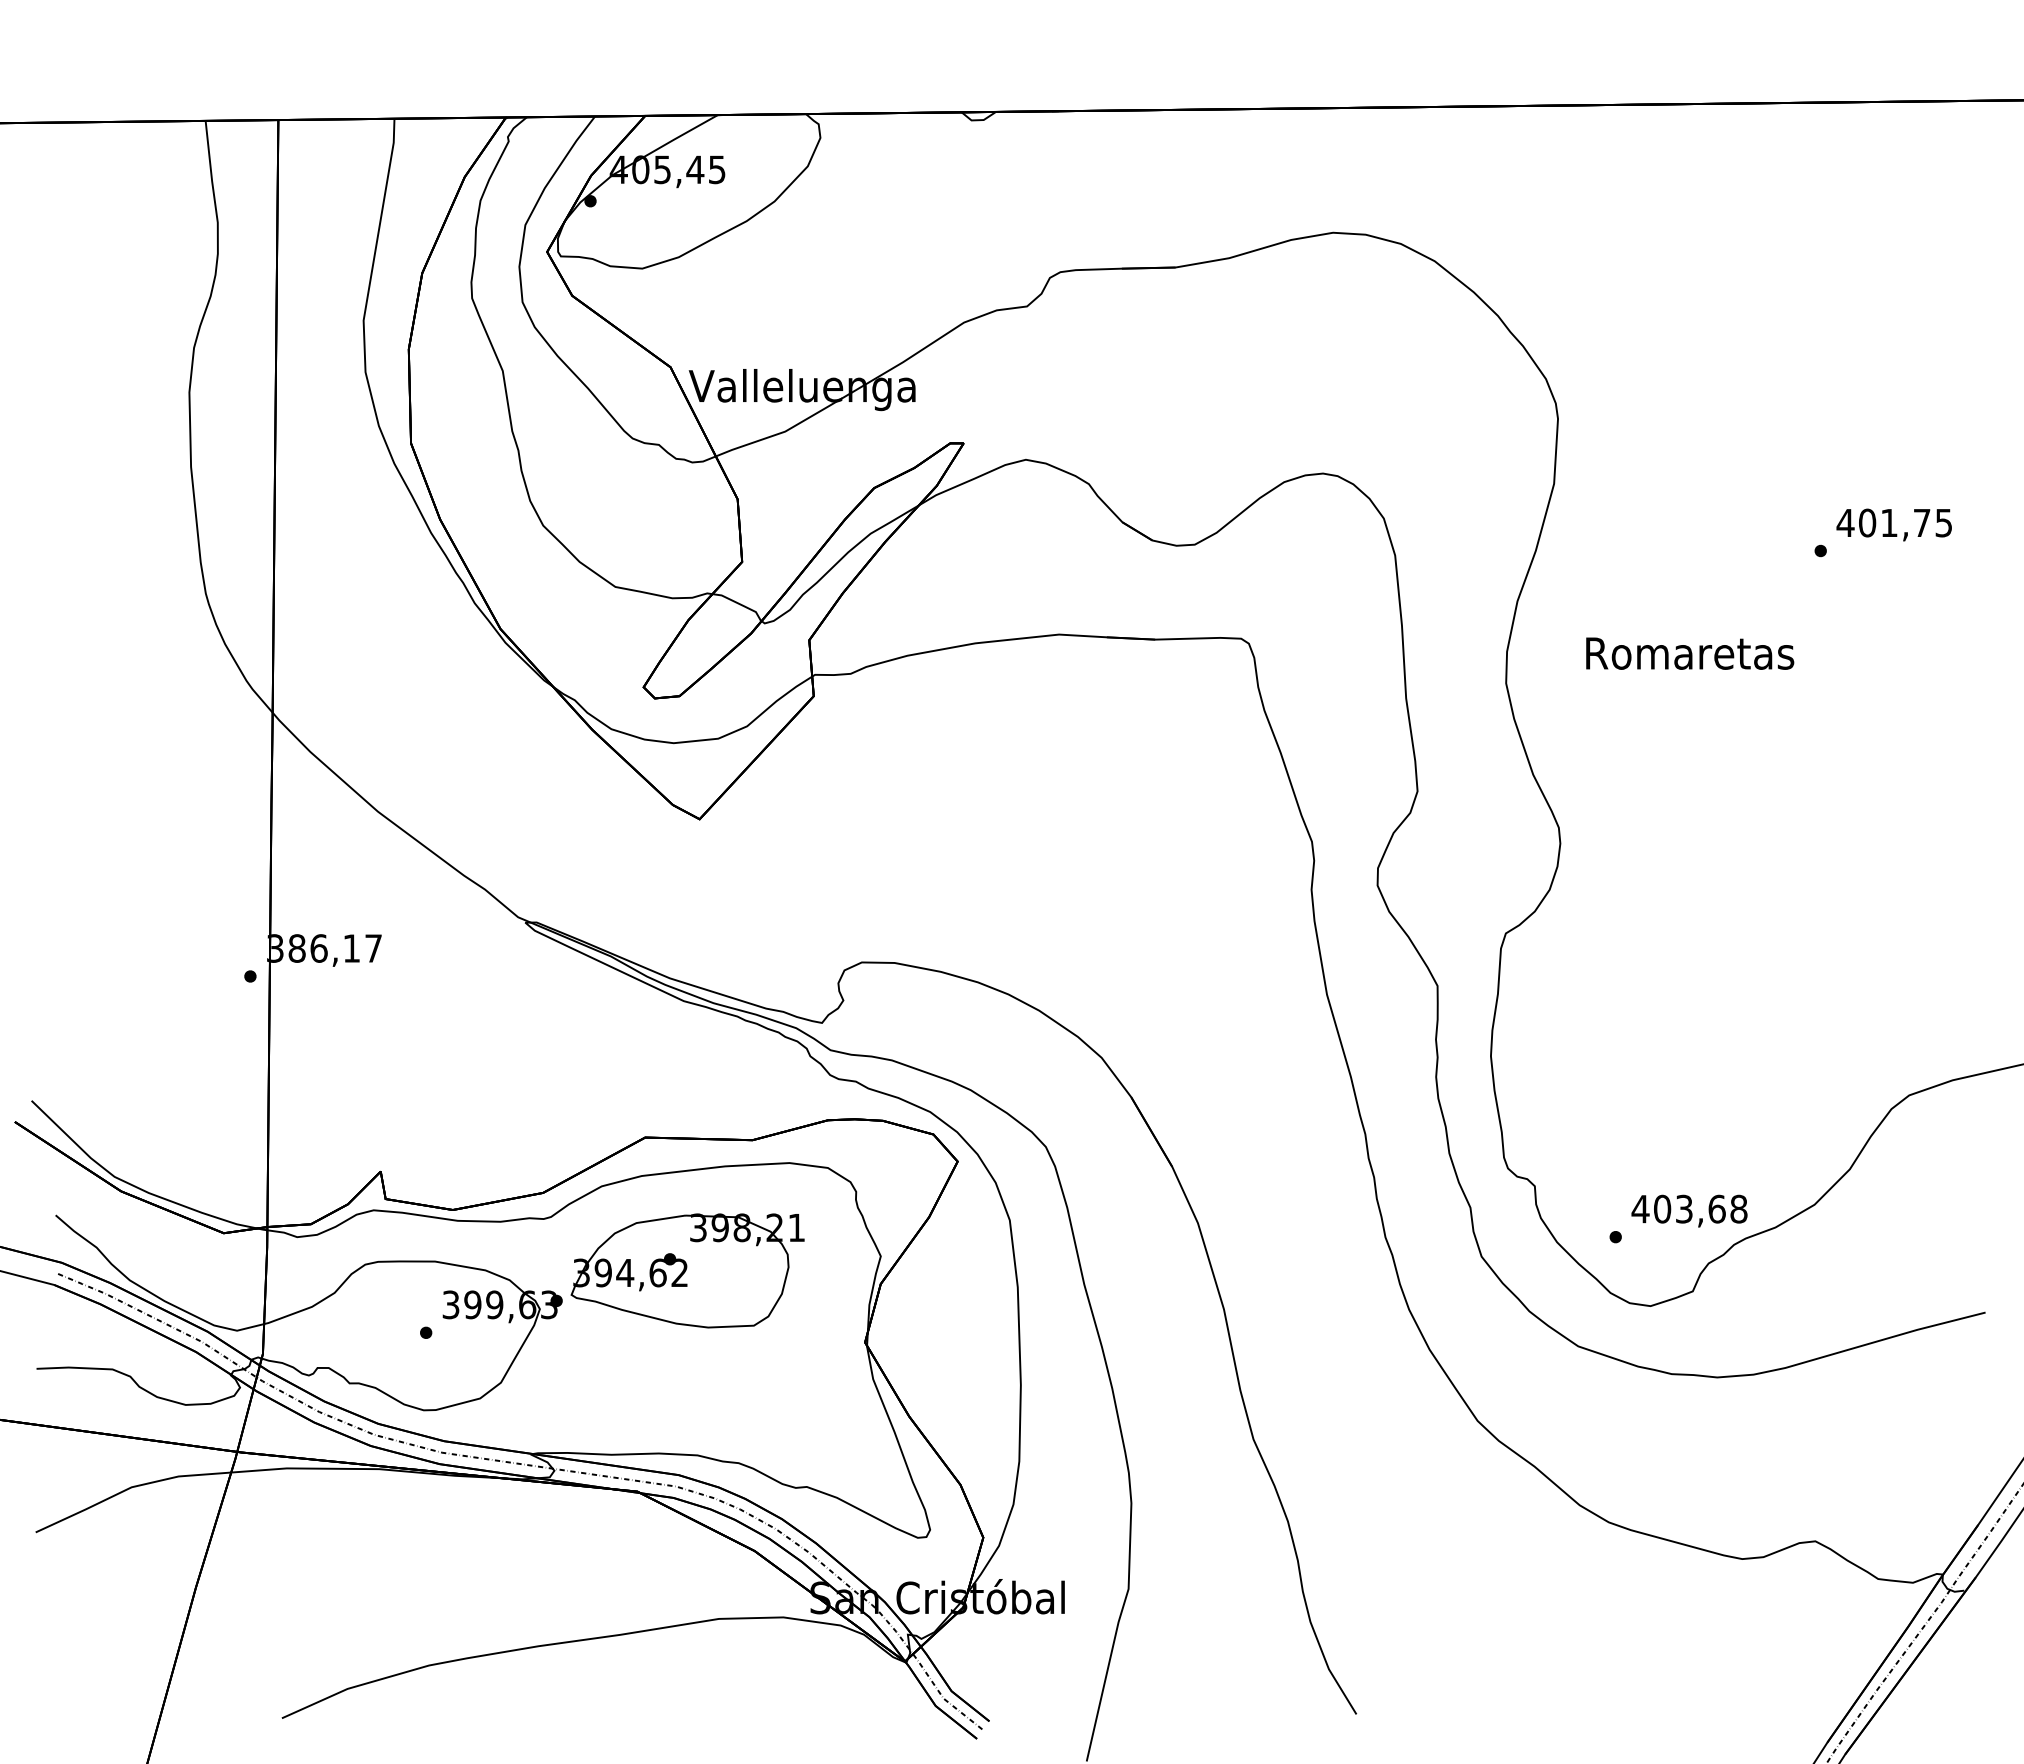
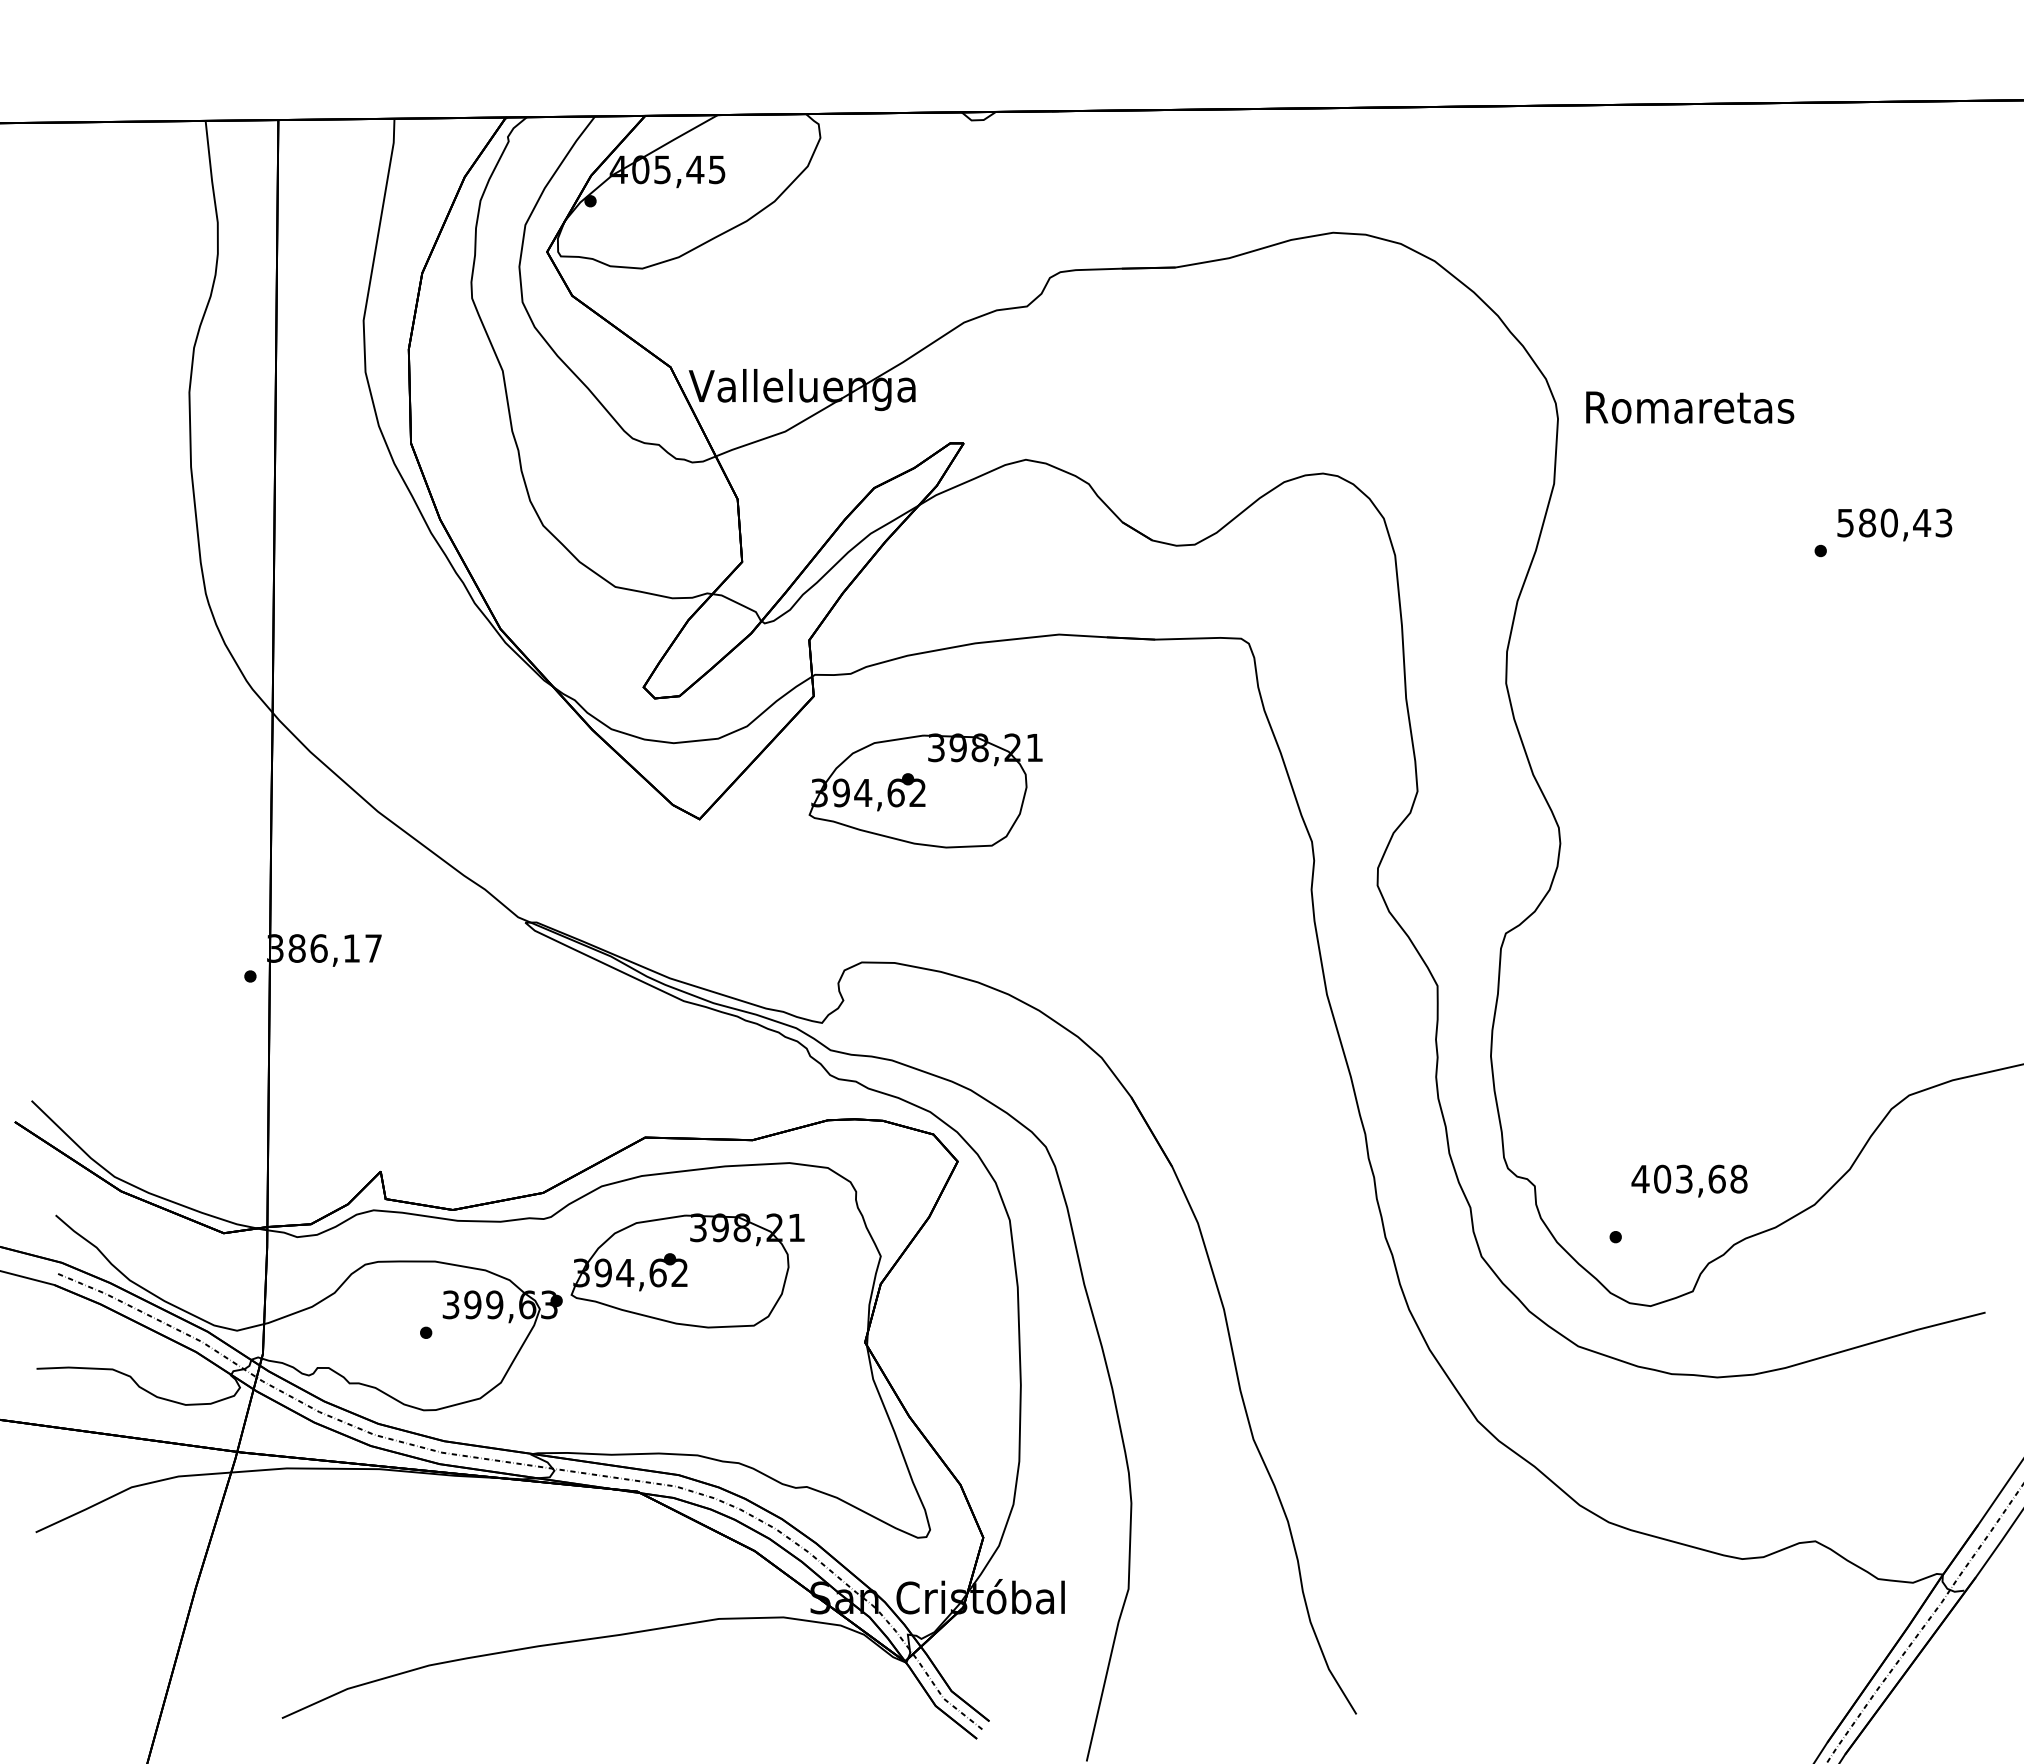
text at (1894, 522): 401,75 -> 580,43
text at (1690, 653) position: (1690, 653) -> (1690, 407)
part at (925, 790): none -> present
text at (1689, 1210) position: (1689, 1210) -> (1689, 1180)
